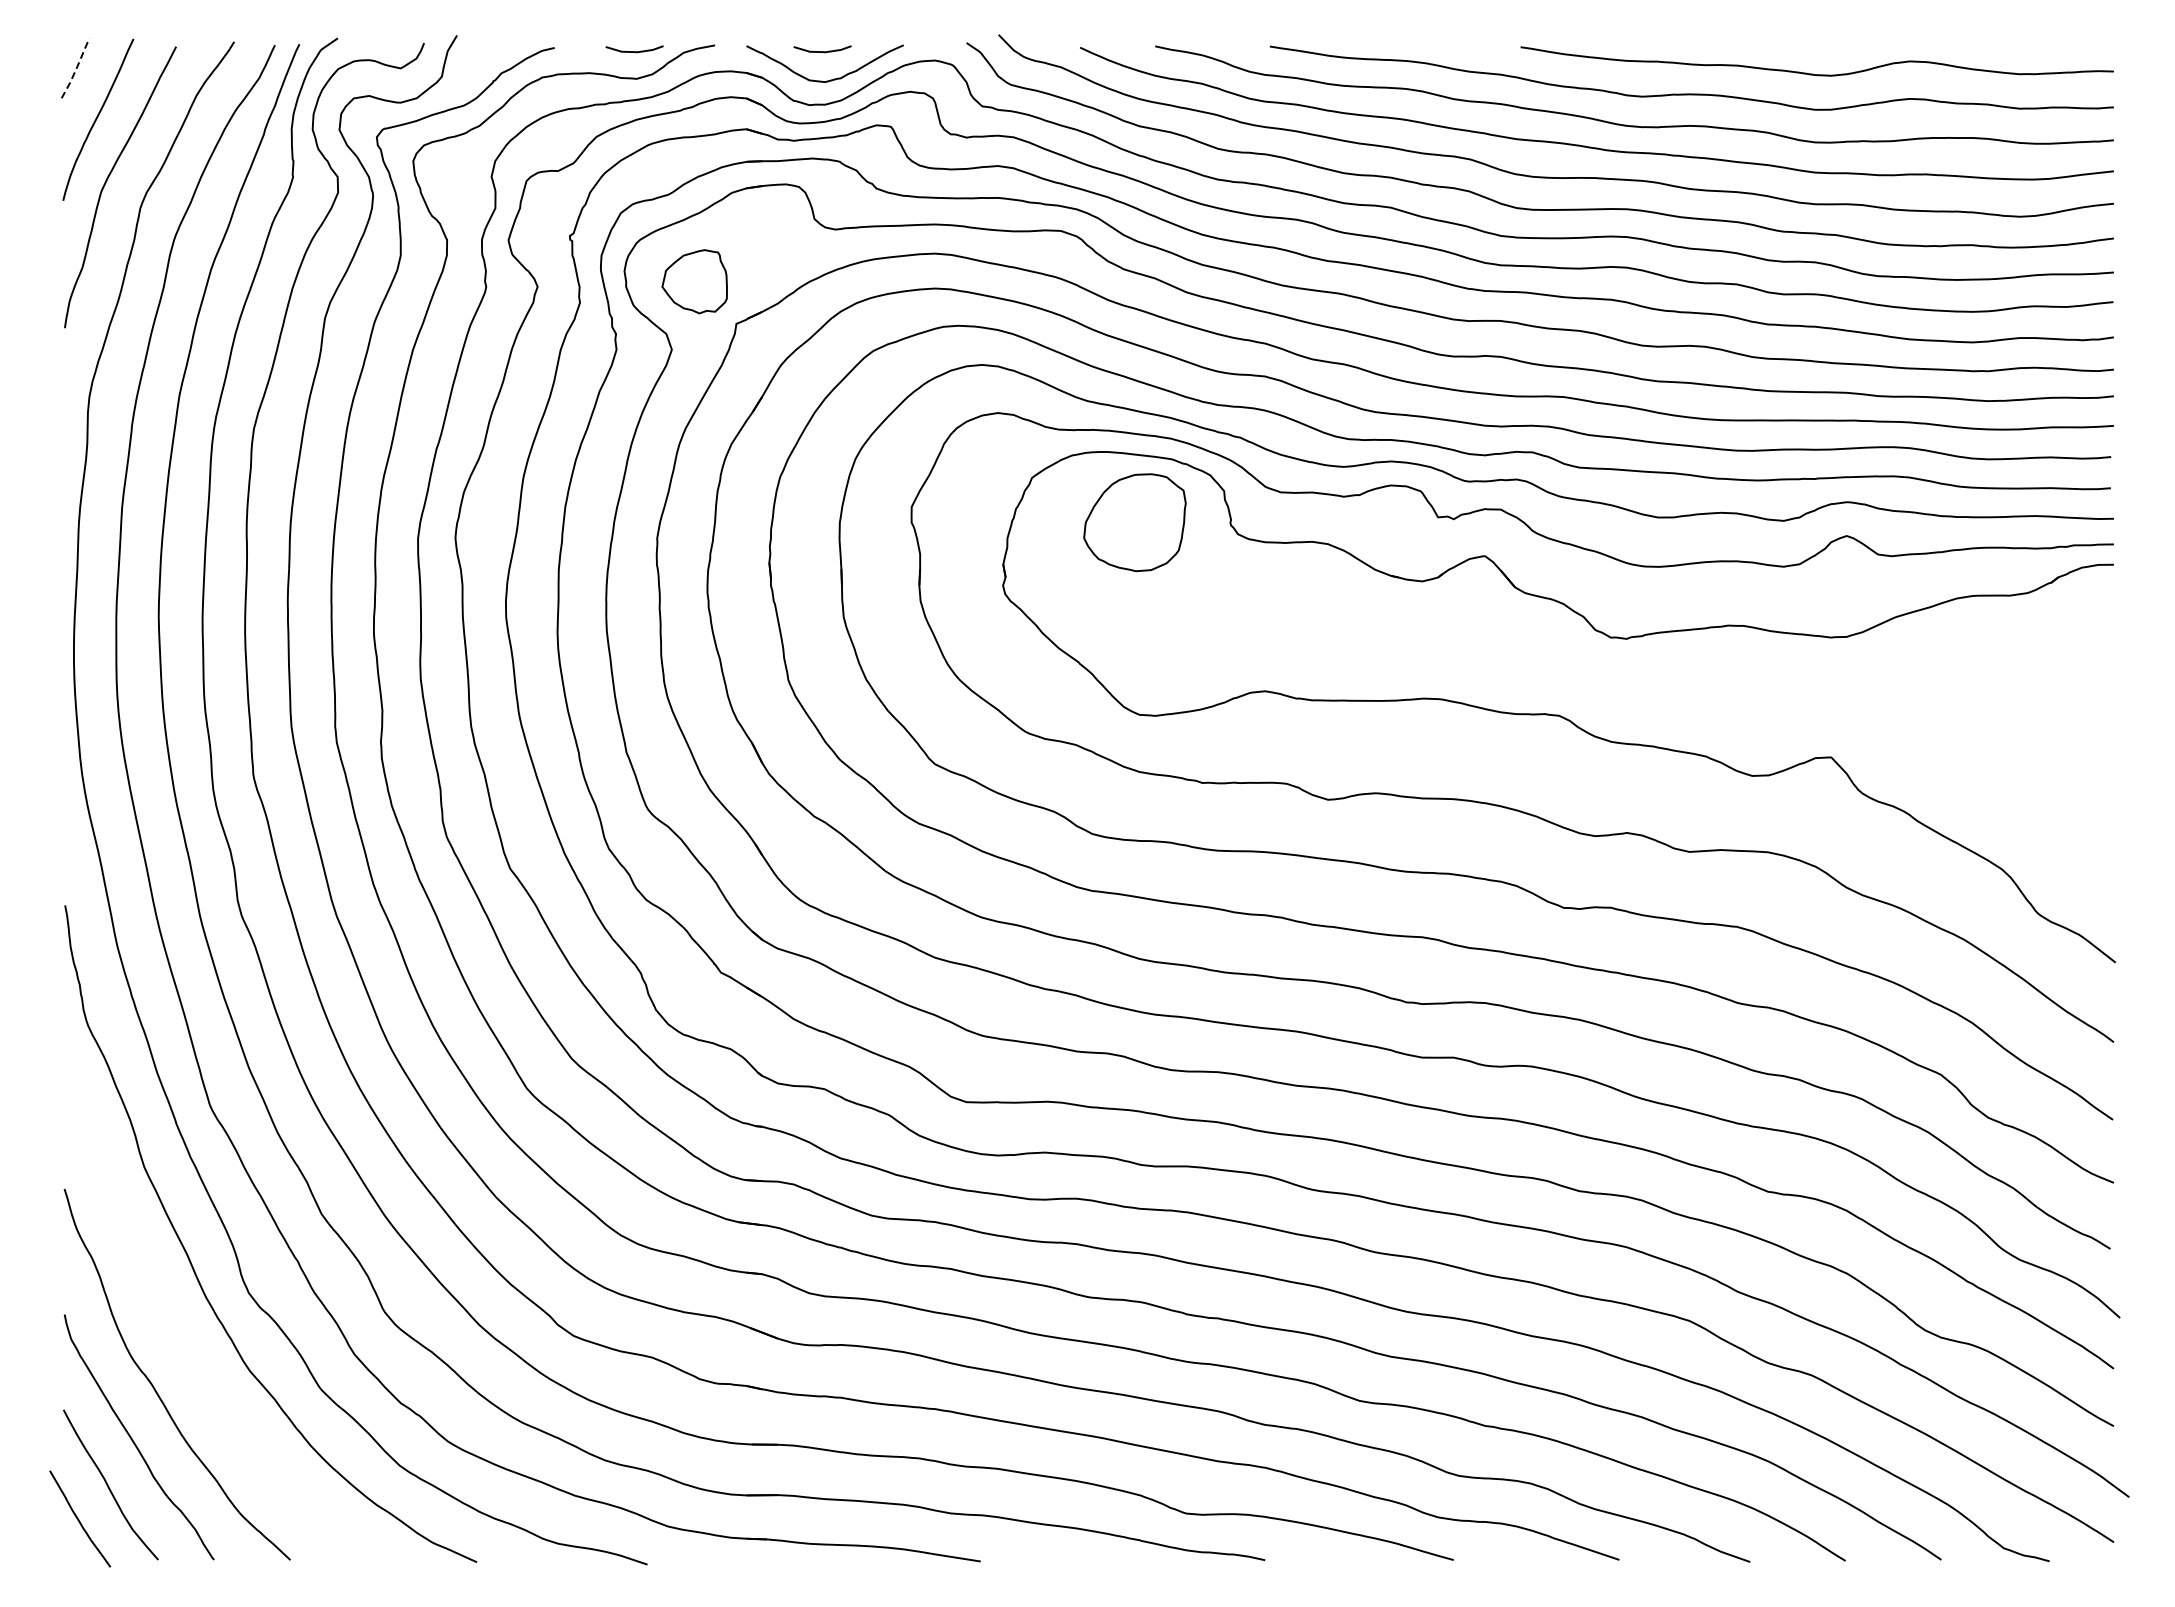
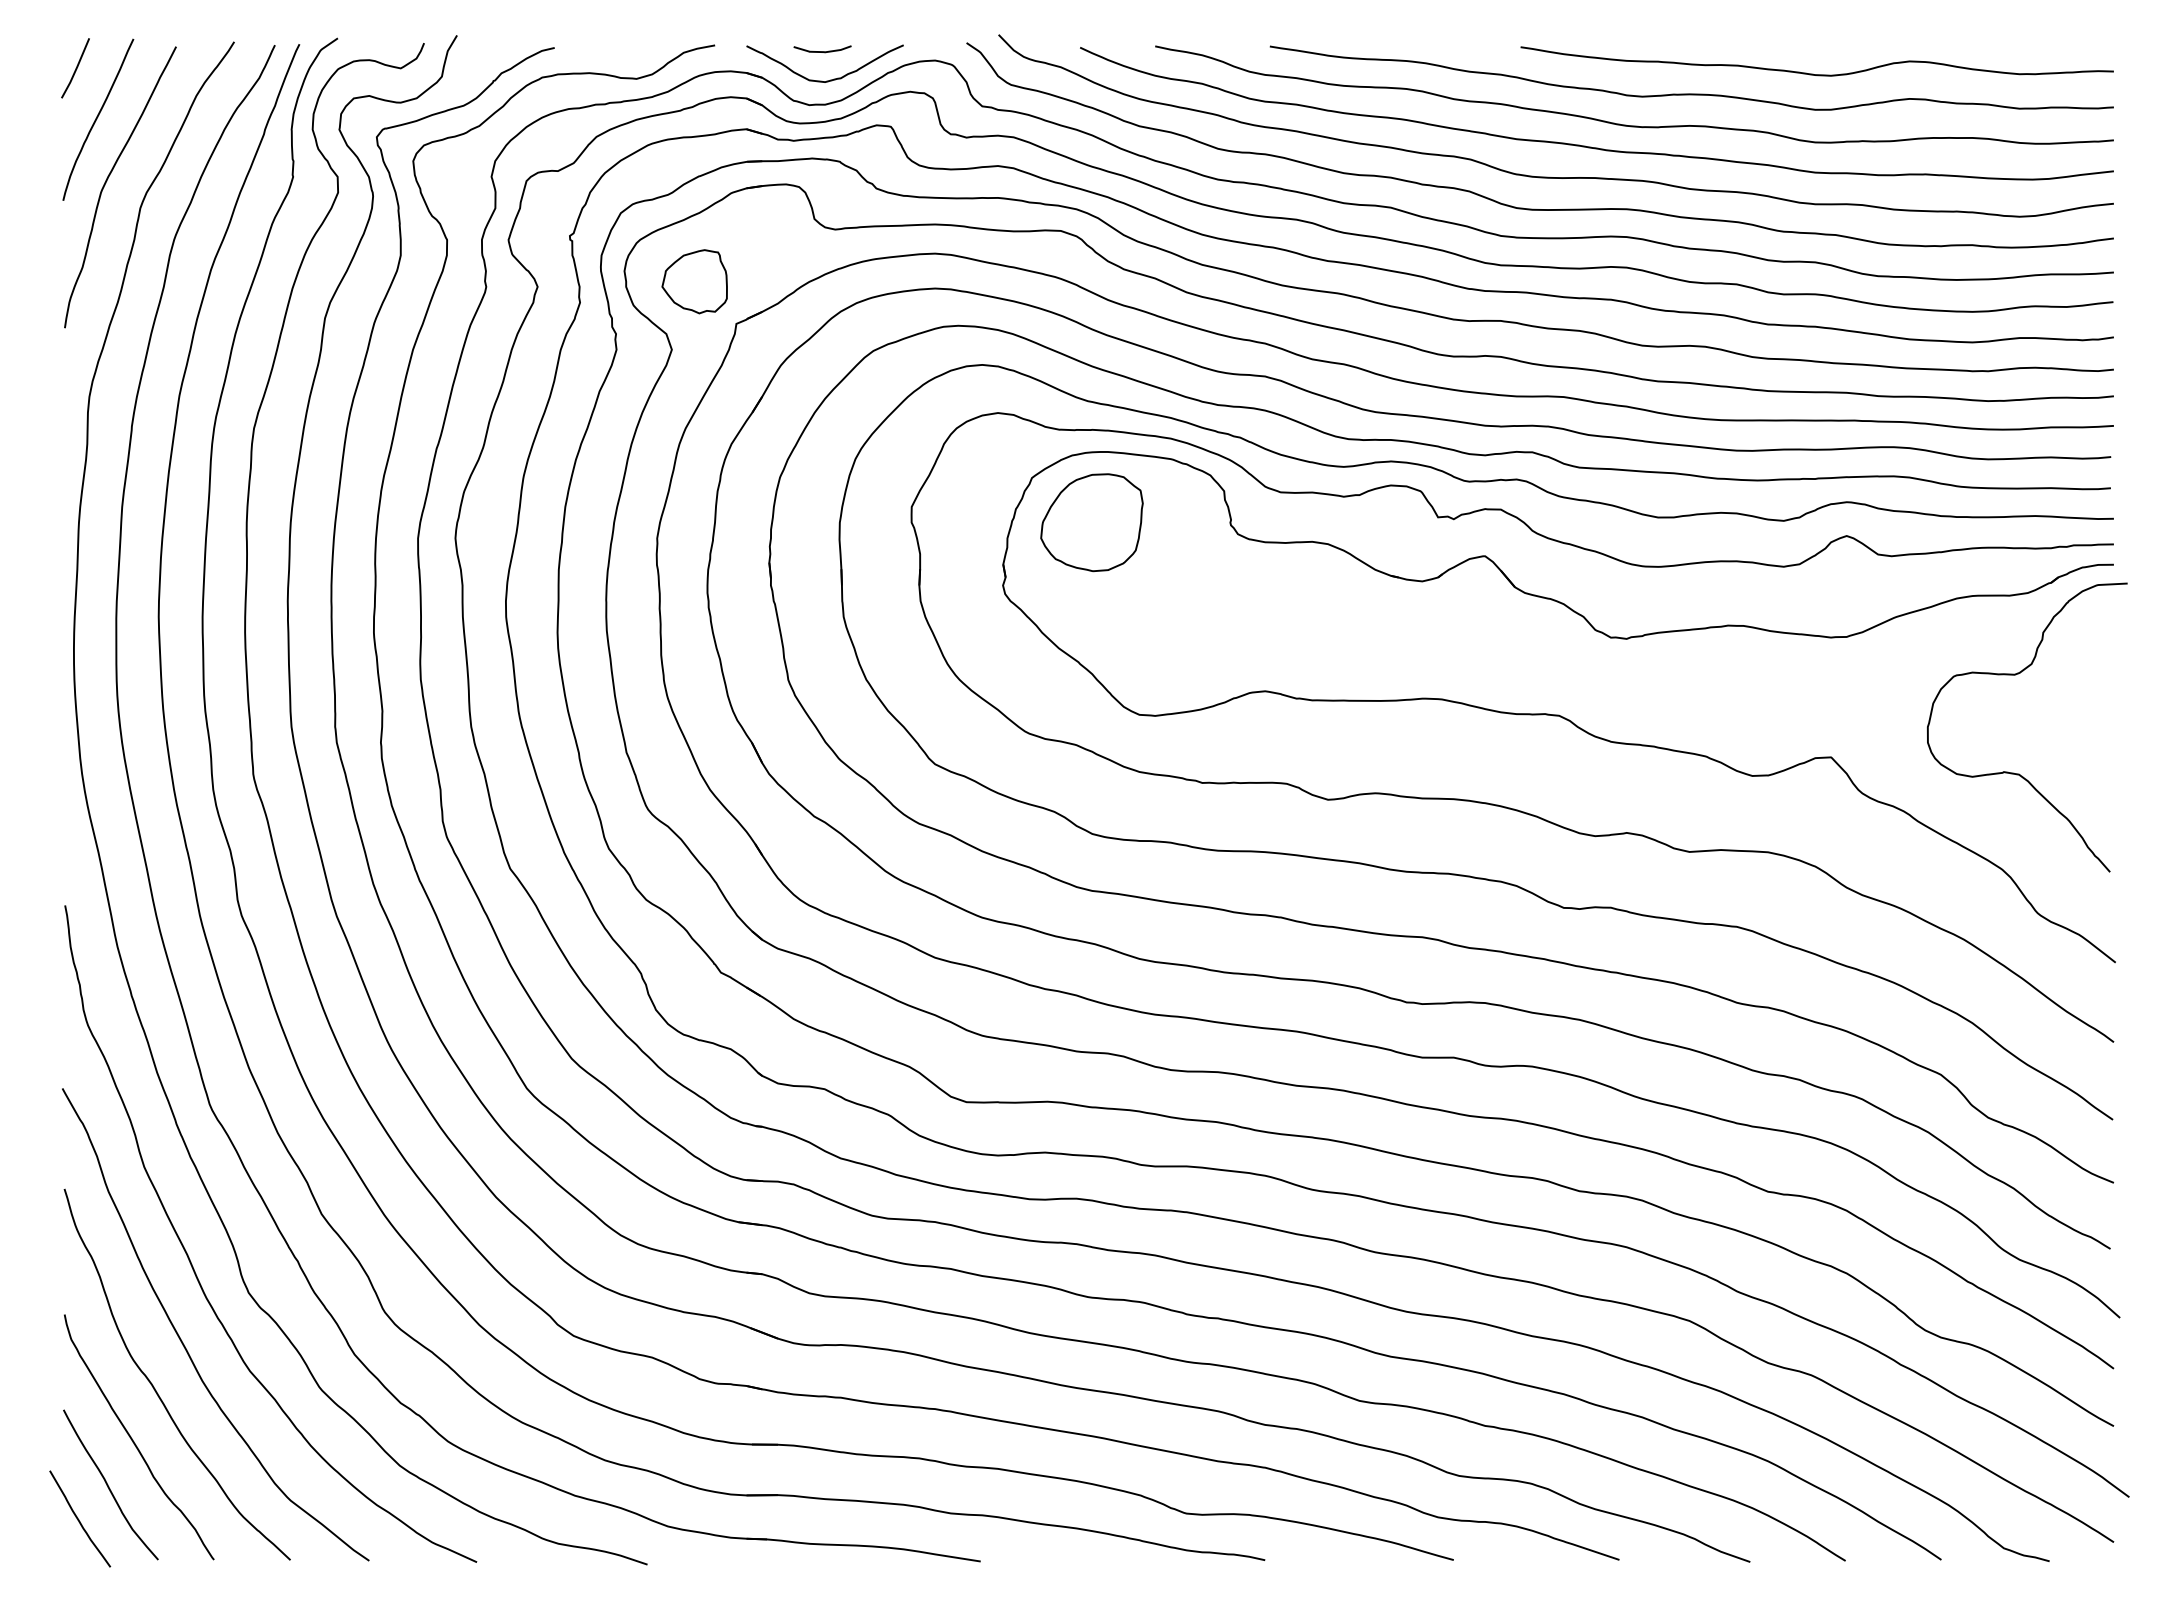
curve at (634, 51): present -> none
line at (76, 68): dashed -> solid
part at (1134, 522) position: (1134, 522) -> (1091, 522)
curve at (2019, 773): none -> present
curve at (182, 1340): none -> present
